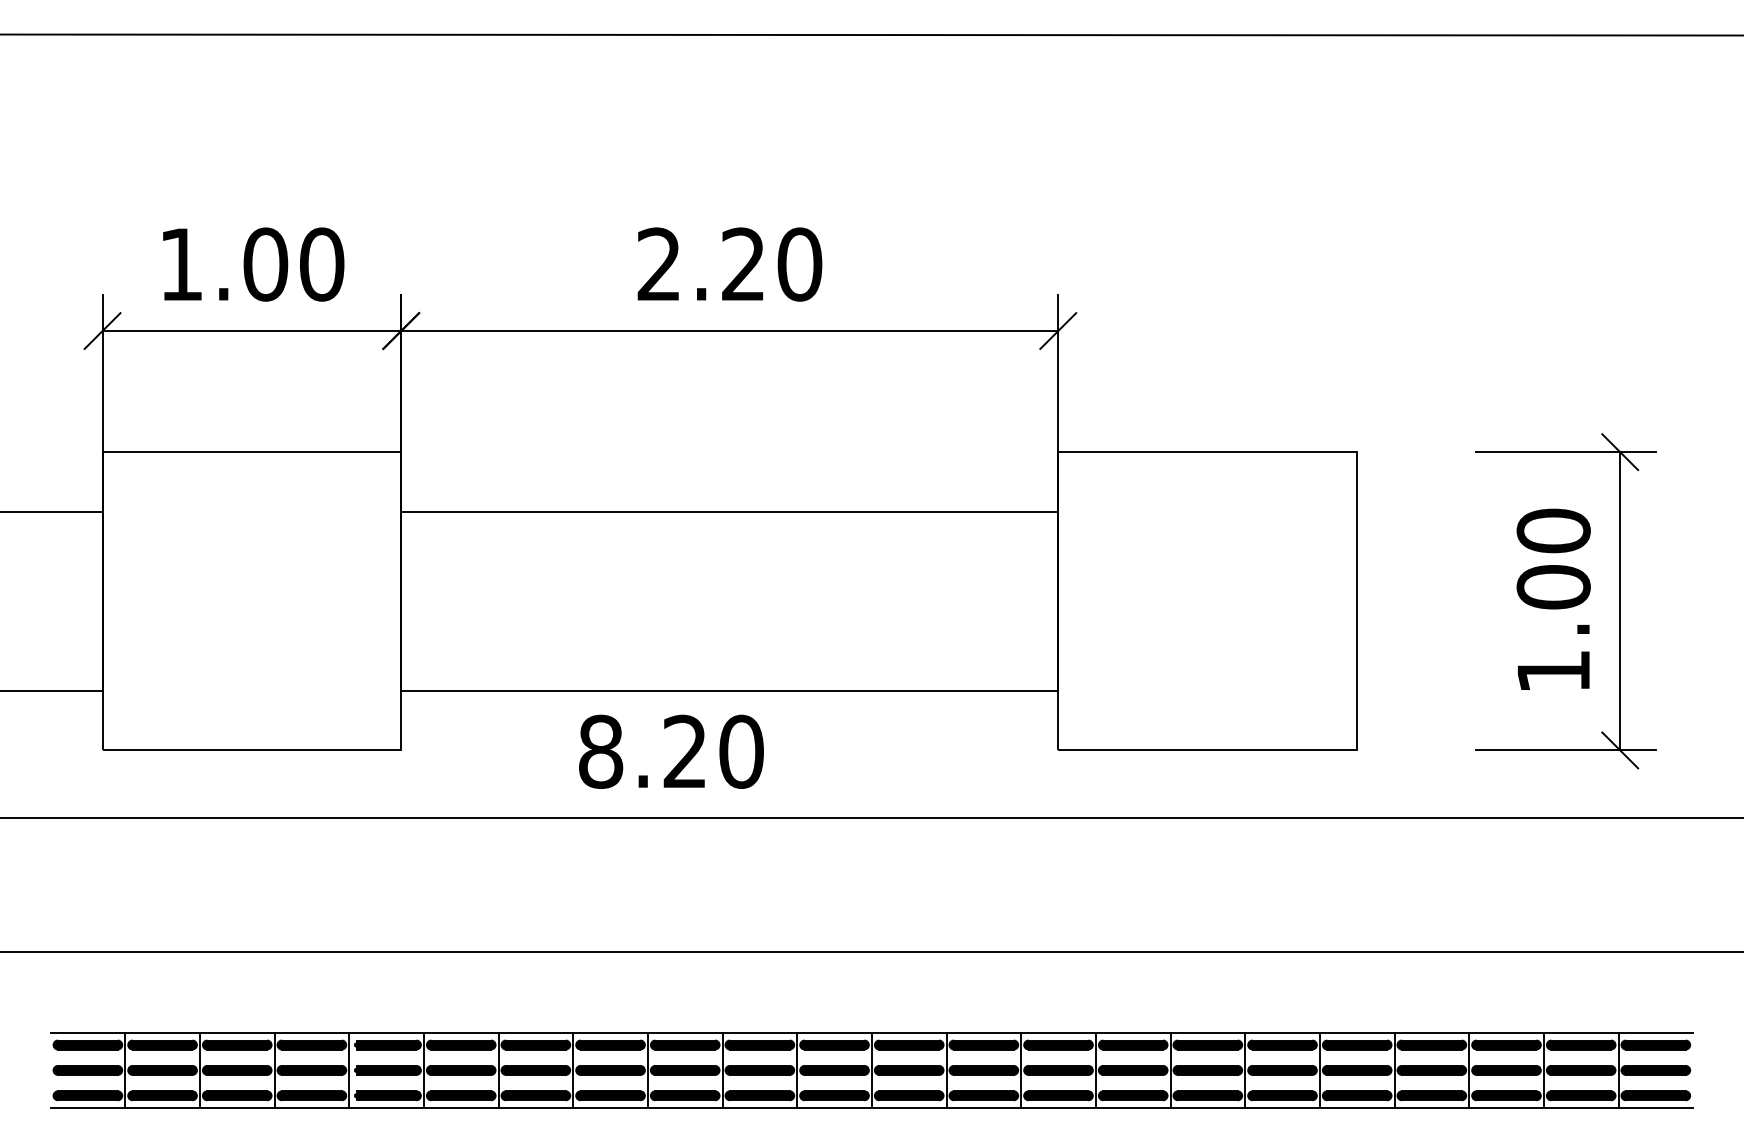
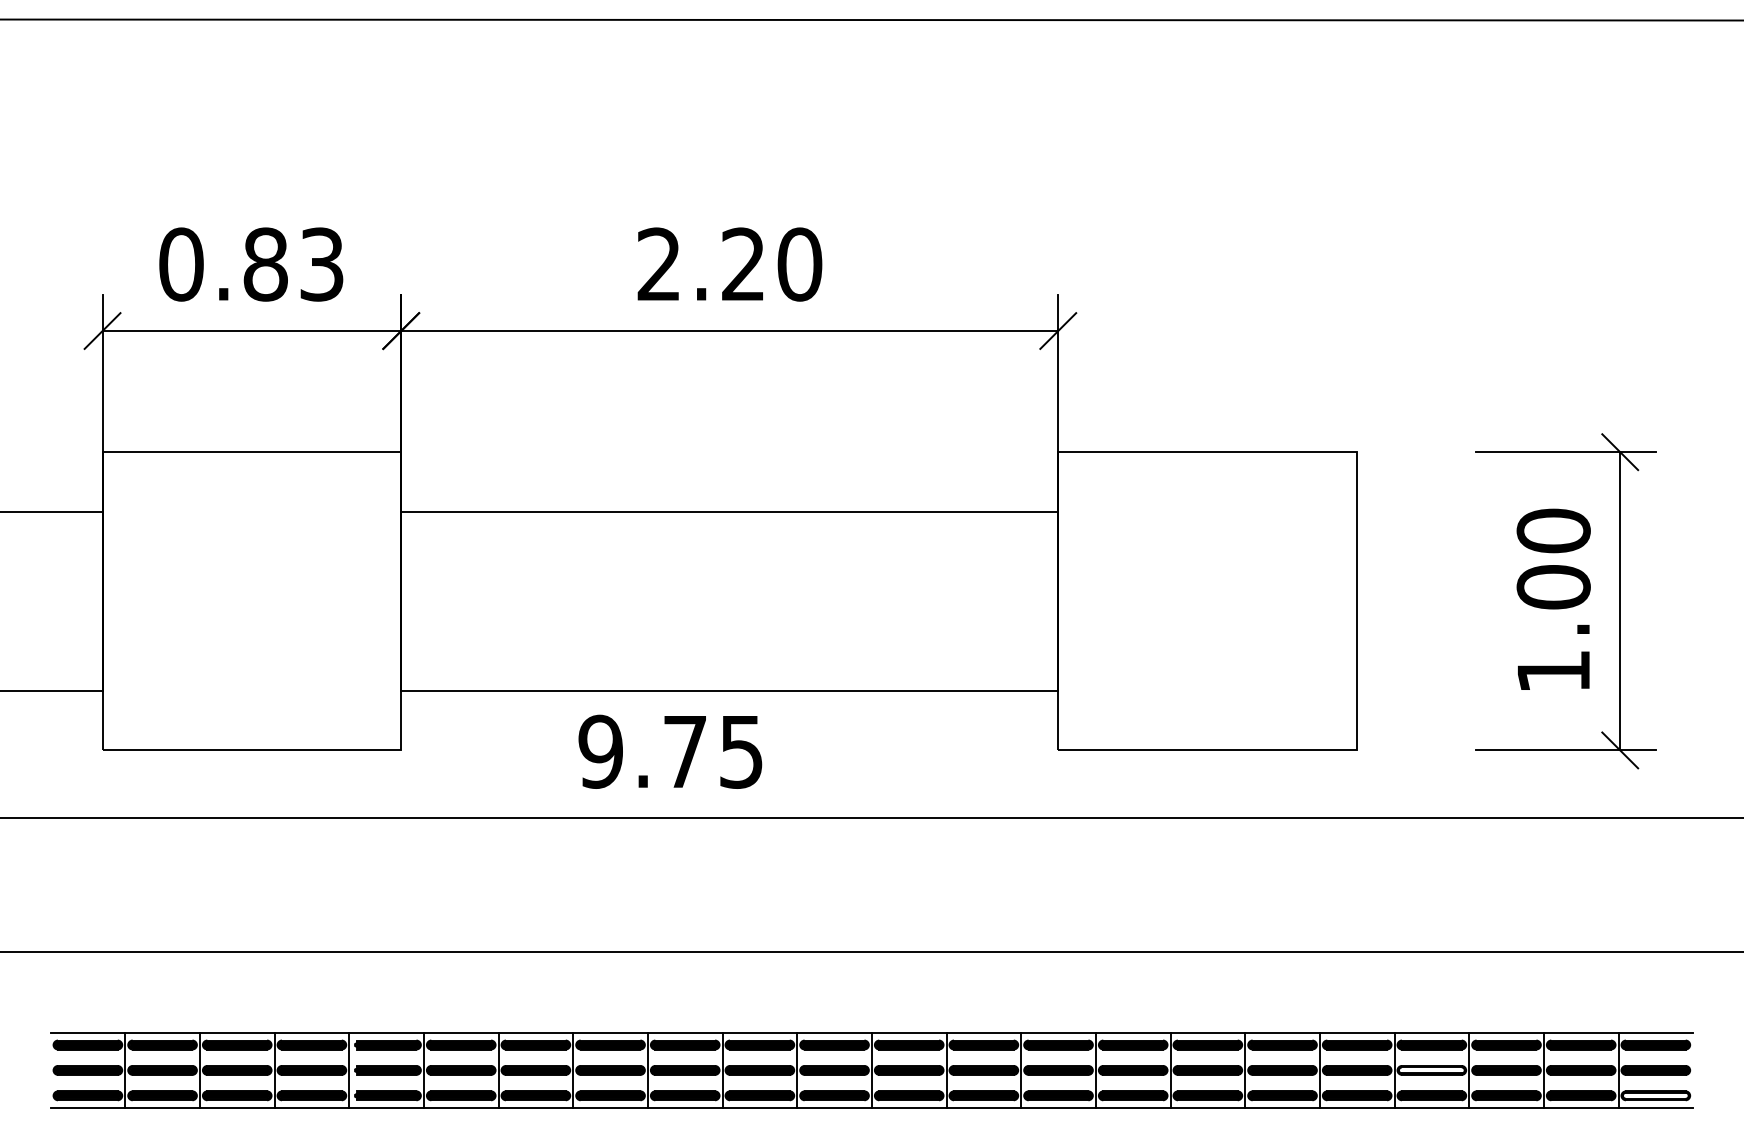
line at (871, 34) position: (871, 34) -> (871, 19)
text at (251, 264): 1.00 -> 0.83
text at (670, 751): 8.20 -> 9.75
fill at (1431, 1070): present -> none
fill at (1655, 1095): present -> none
